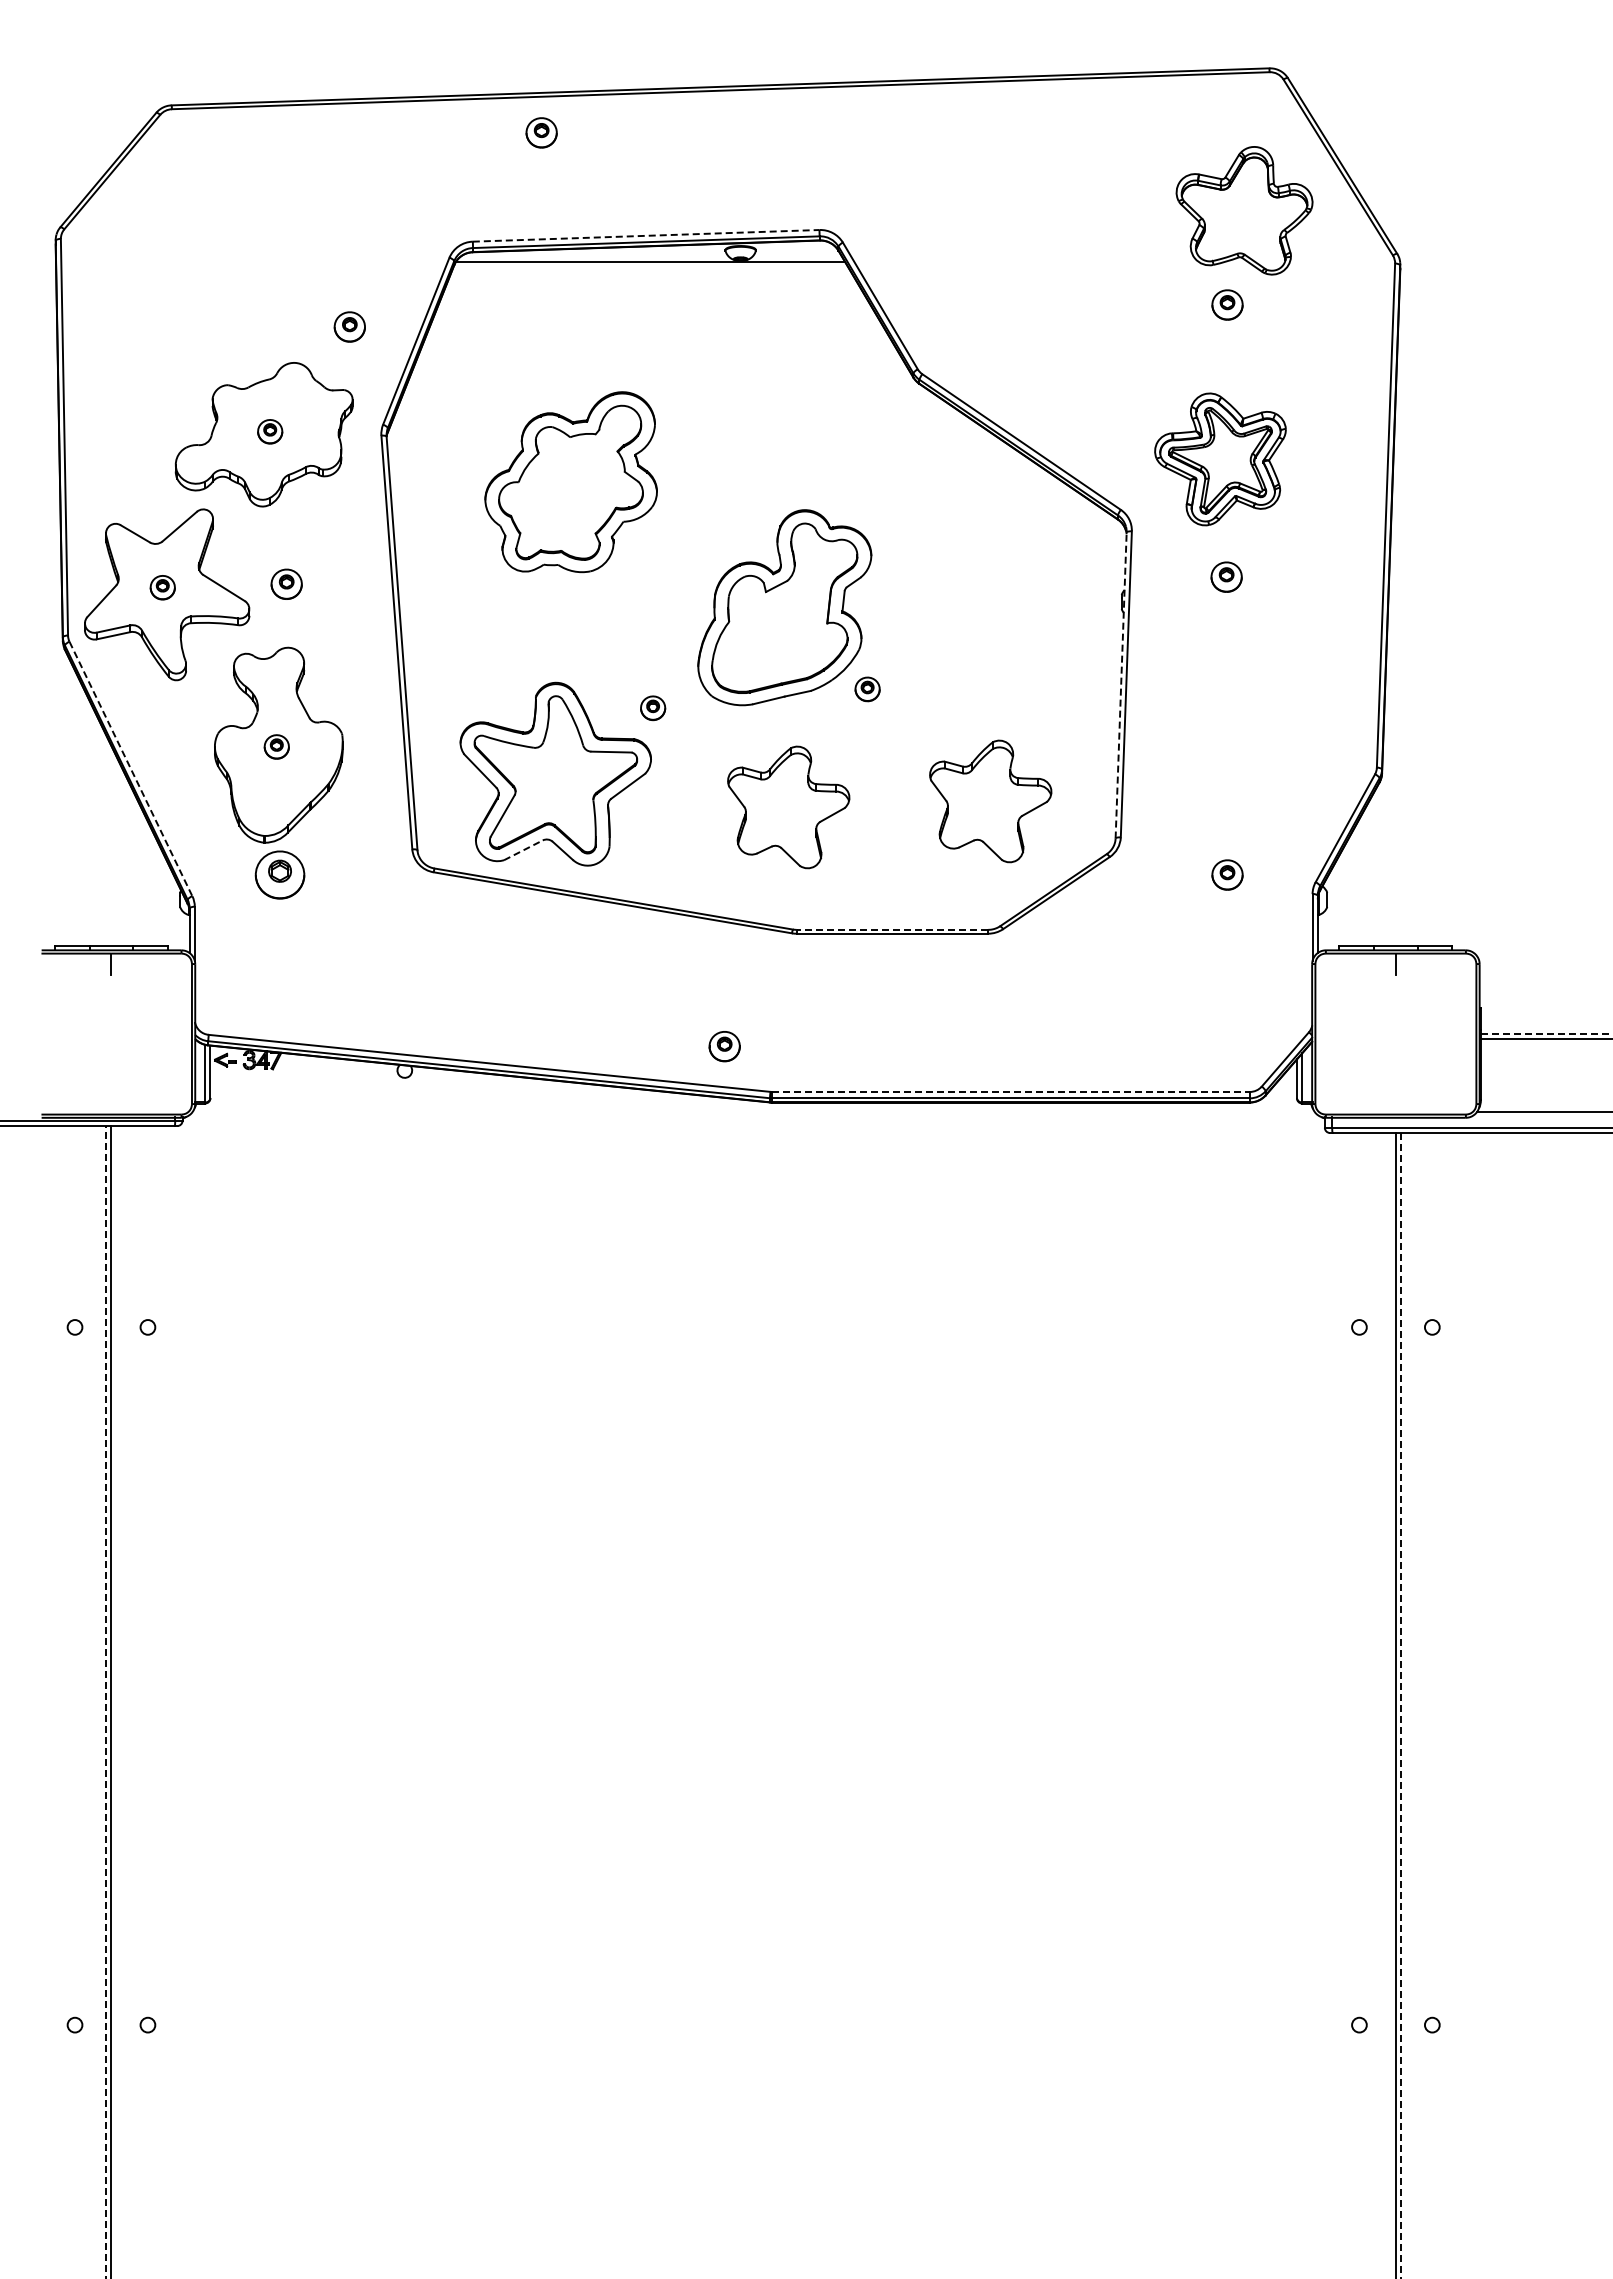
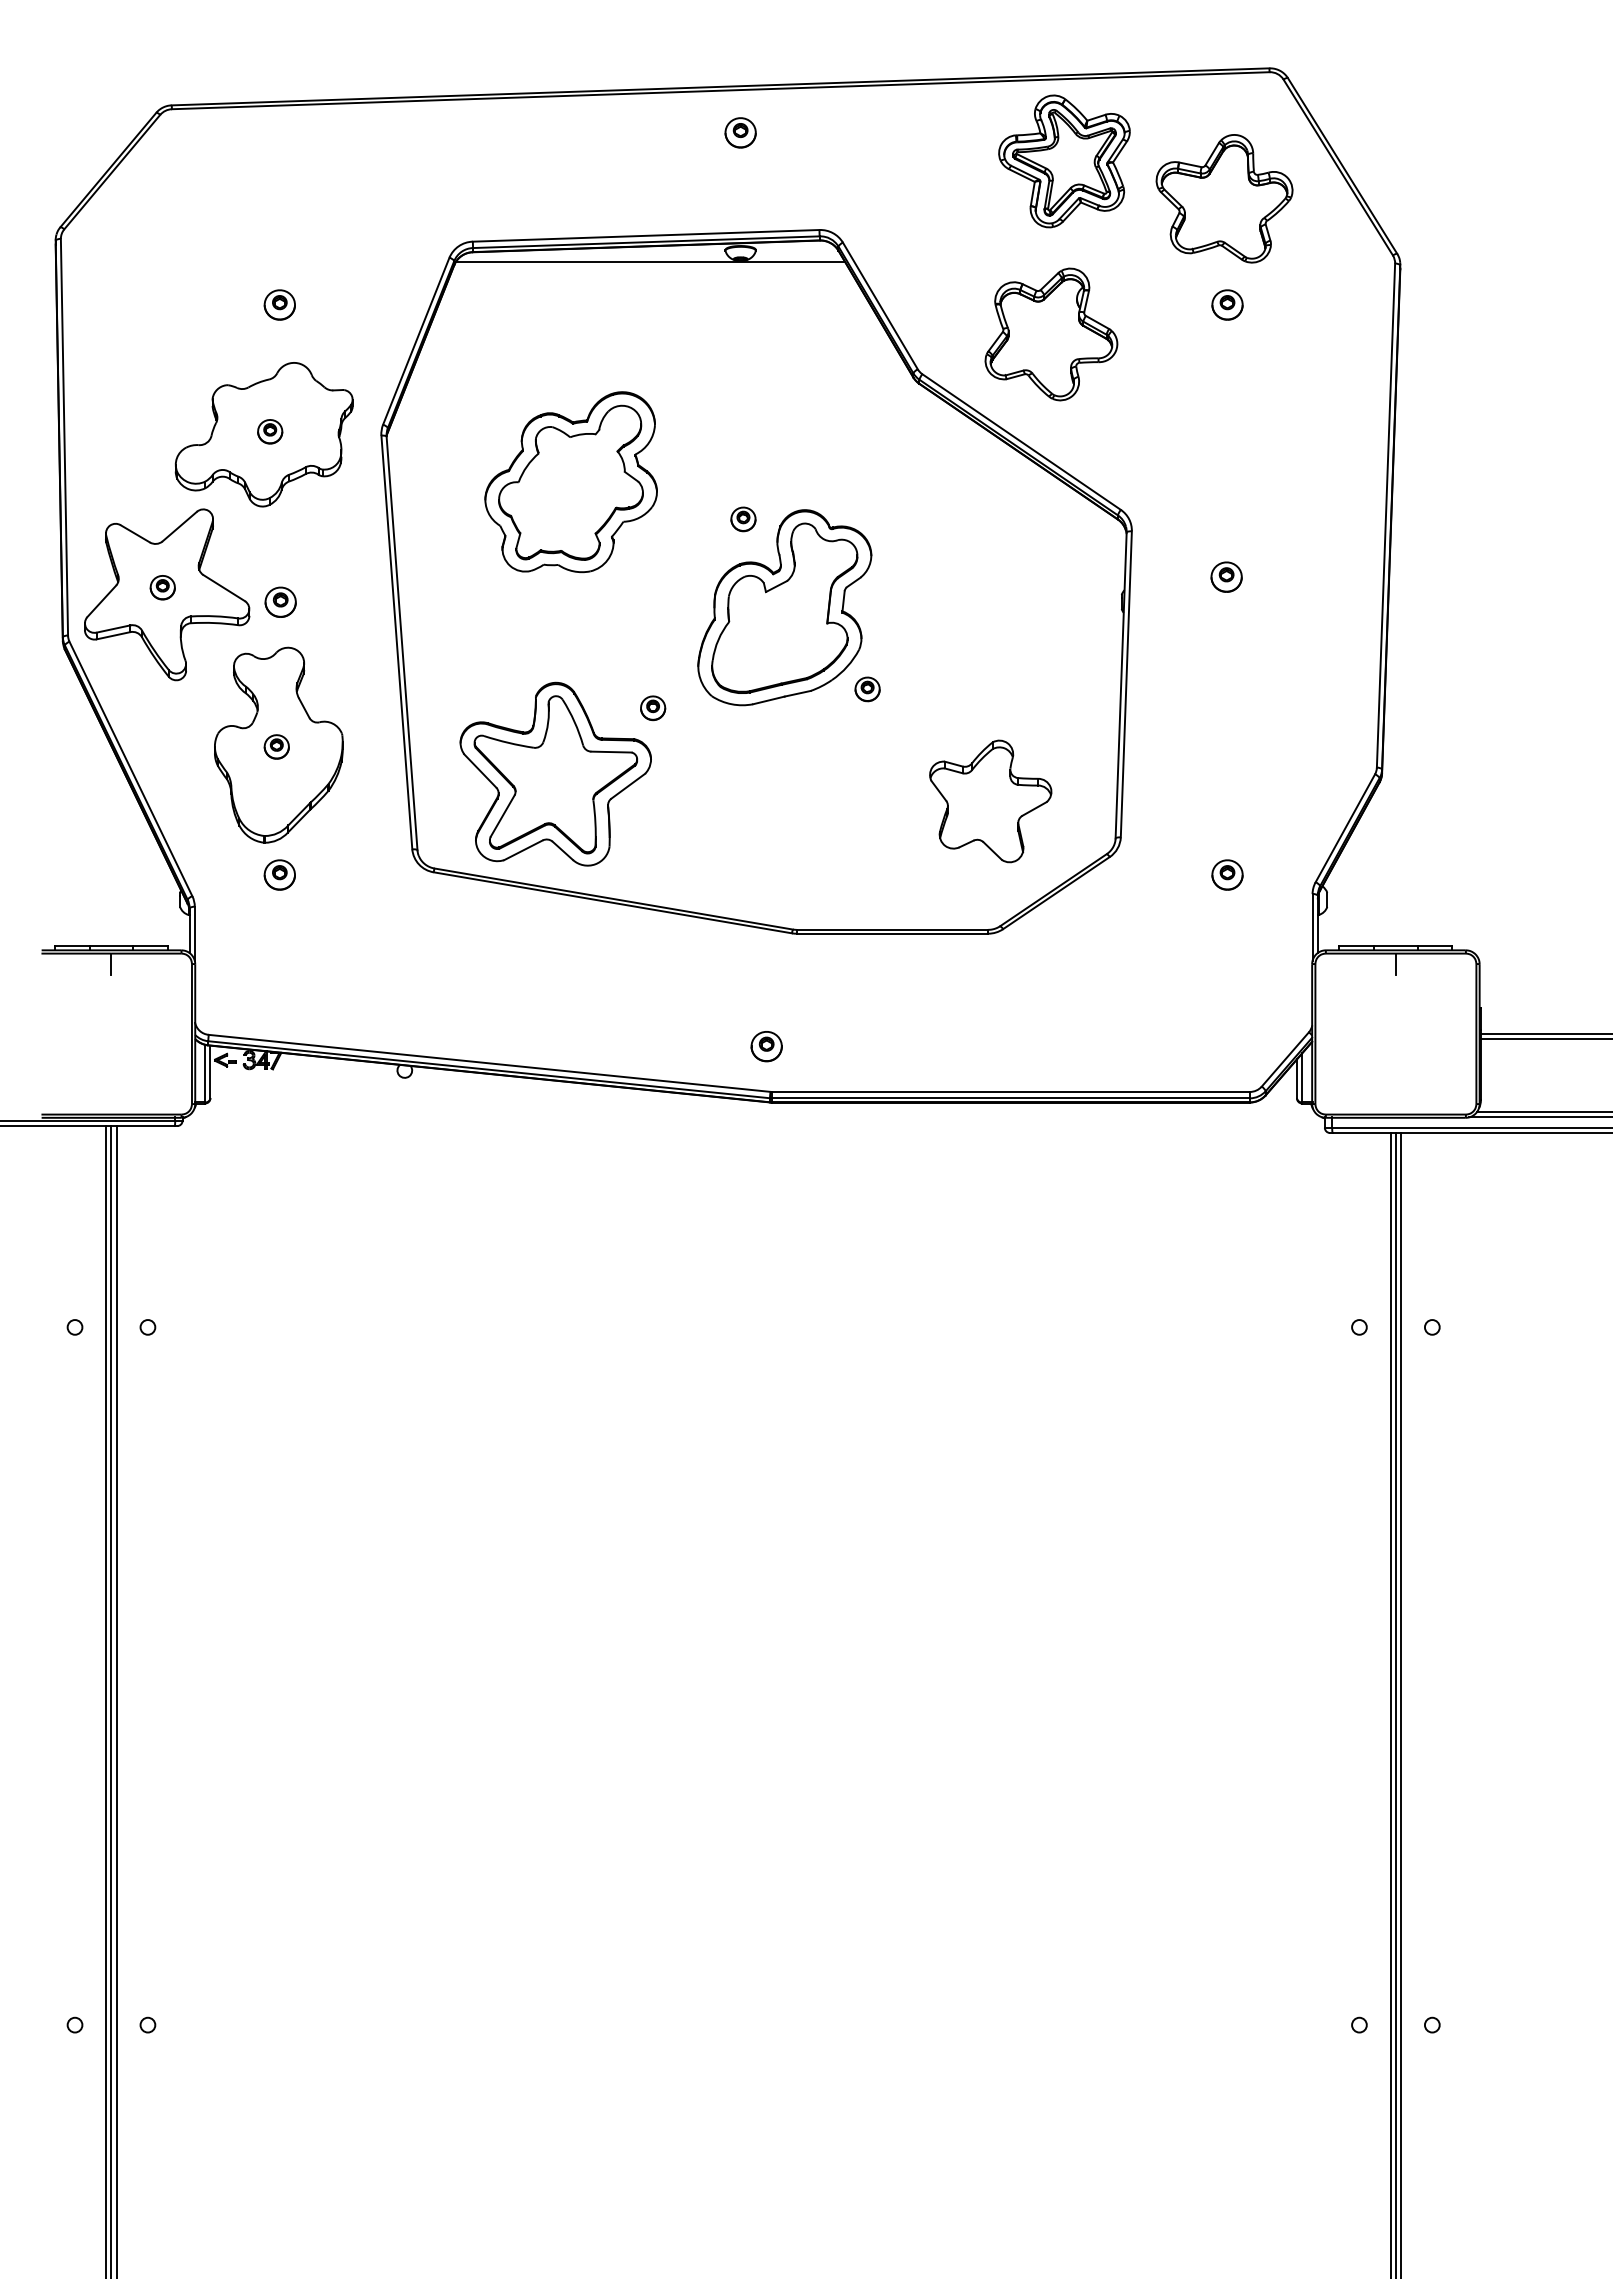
part at (541, 132) position: (541, 132) -> (740, 132)
part at (1244, 210) position: (1244, 210) -> (1224, 198)
line at (646, 235): dashed -> solid
part at (349, 326) position: (349, 326) -> (279, 304)
part at (1051, 334): none -> present
part at (1220, 459) position: (1220, 459) -> (1064, 161)
part at (743, 519): none -> present
part at (286, 583) position: (286, 583) -> (280, 601)
line at (1121, 685): dashed -> solid
line at (131, 769): dashed -> solid
part at (788, 807): present -> none
line at (523, 850): dashed -> solid
part at (279, 874) size: 52x50 px -> 33x32 px
line at (892, 929): dashed -> solid
line at (1546, 1034): dashed -> solid
part at (724, 1046) position: (724, 1046) -> (766, 1046)
line at (1010, 1091): dashed -> solid
line at (1539, 1117): none -> present
line at (116, 1700): none -> present
line at (106, 1702): dashed -> solid
line at (1390, 1704): none -> present
line at (1401, 1705): dashed -> solid
